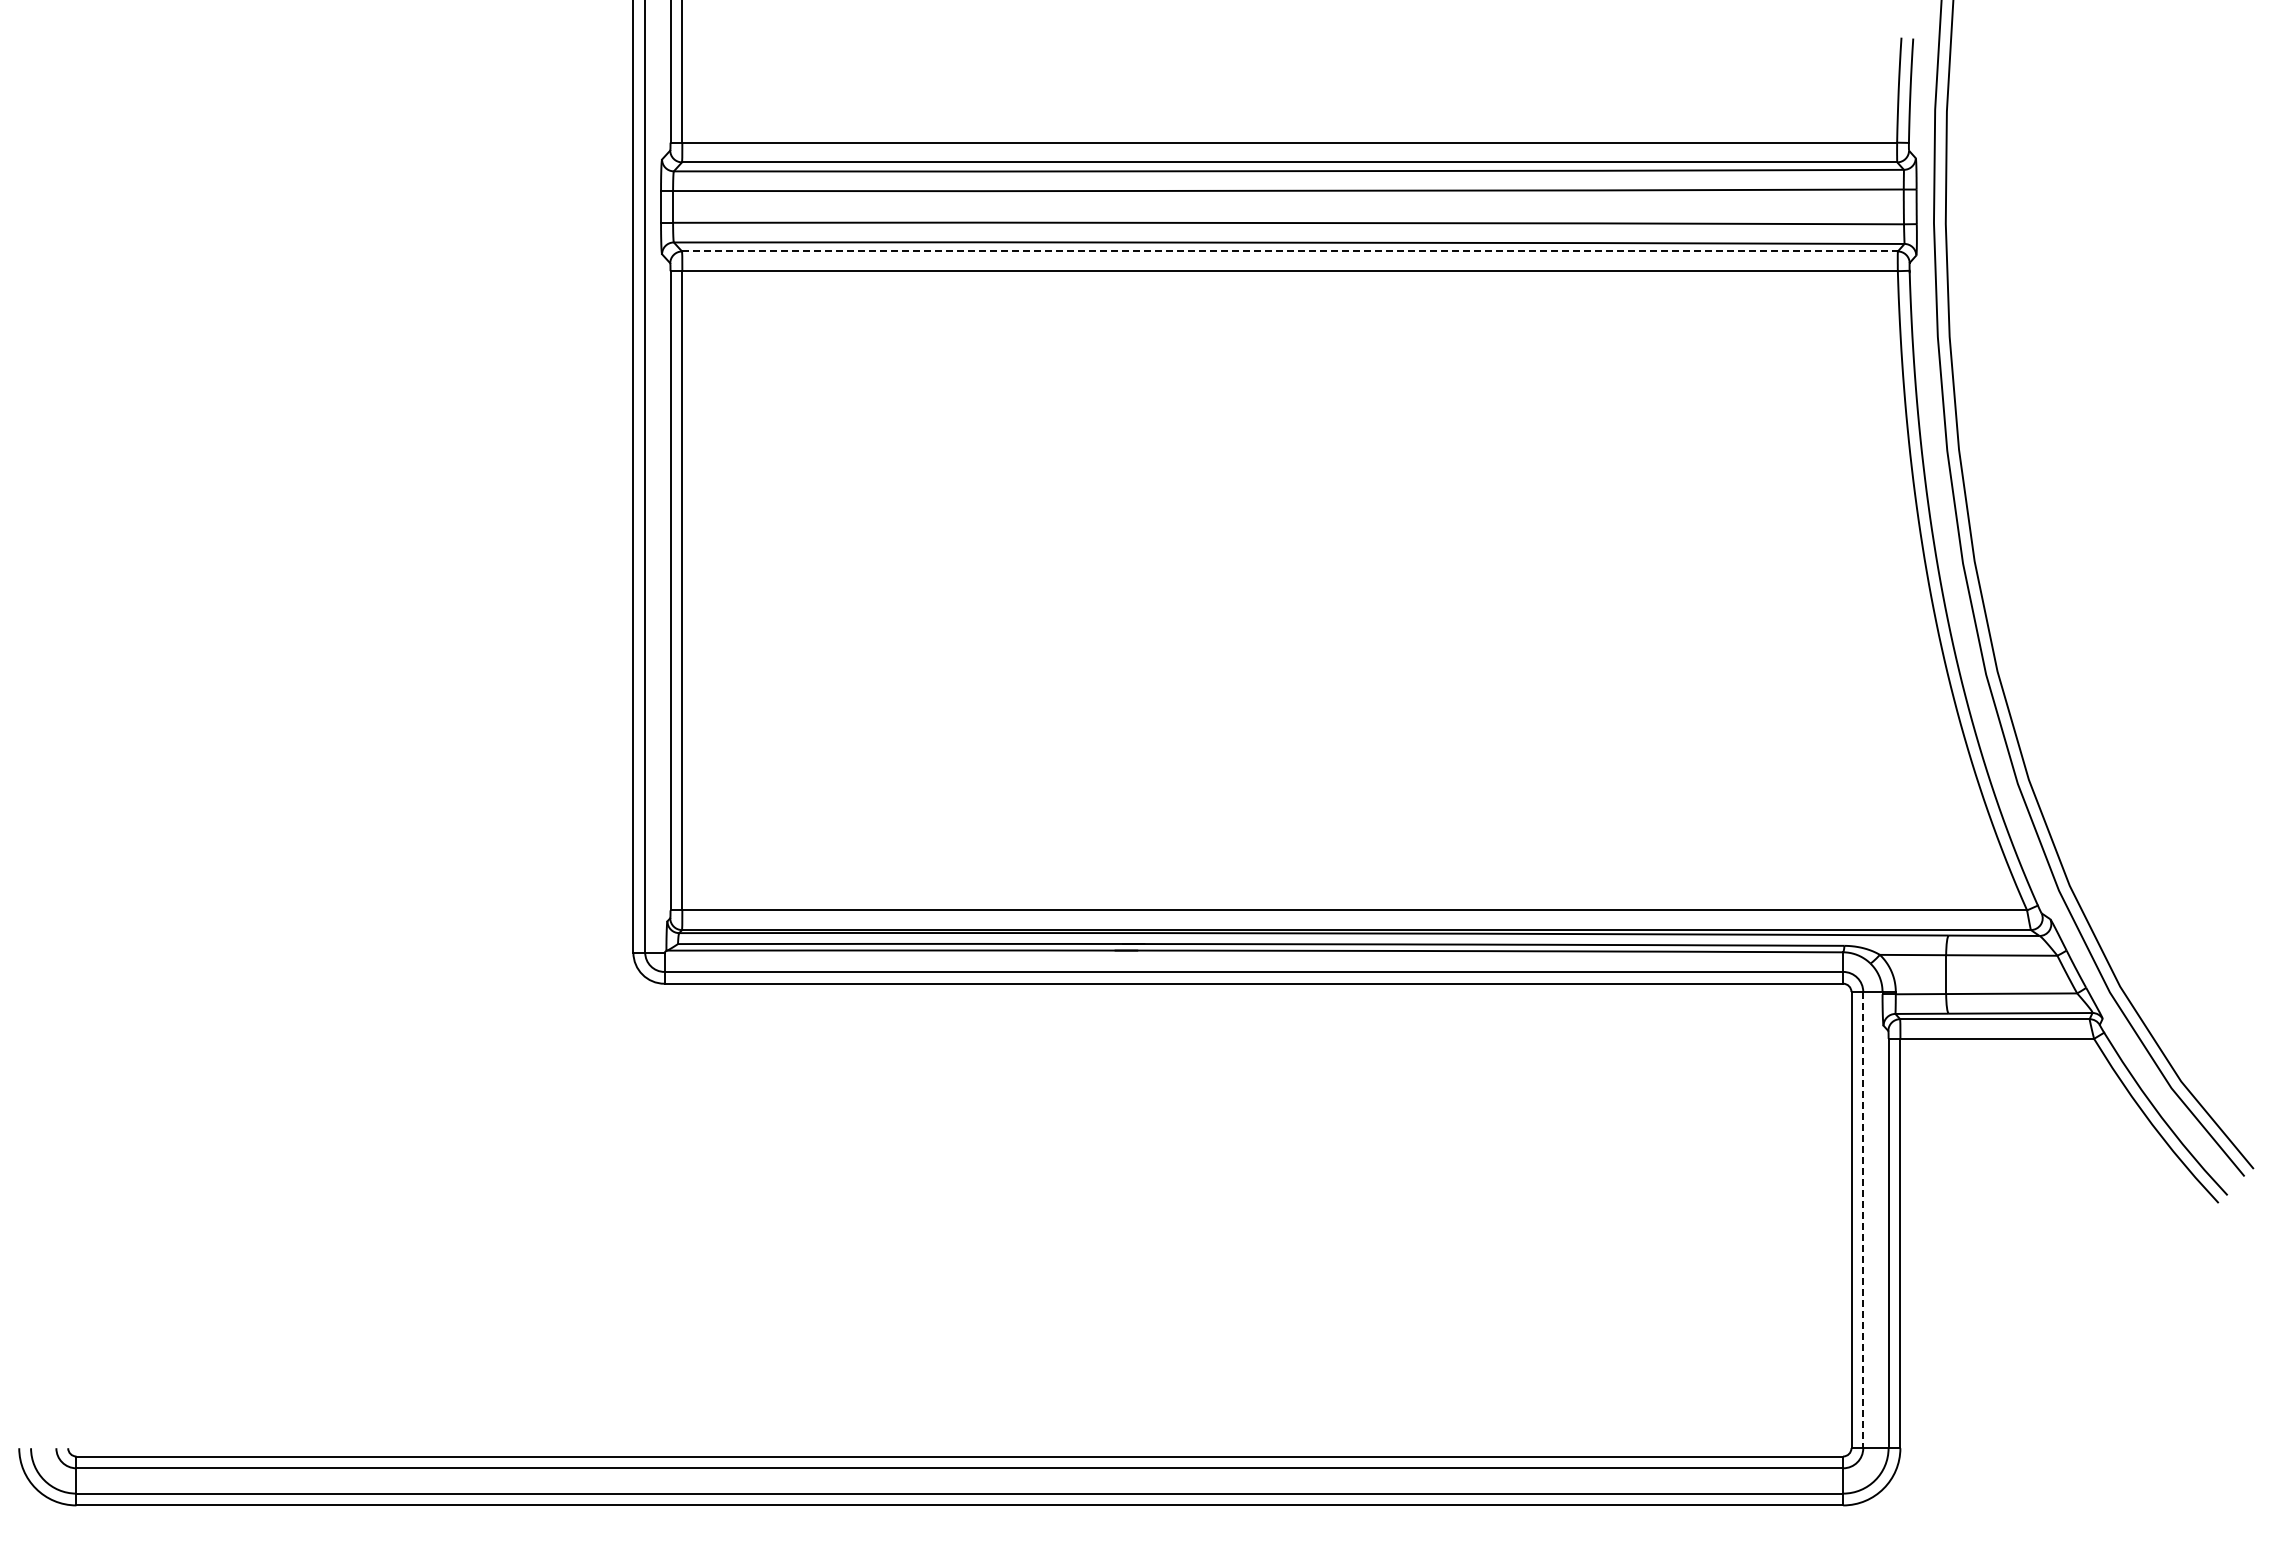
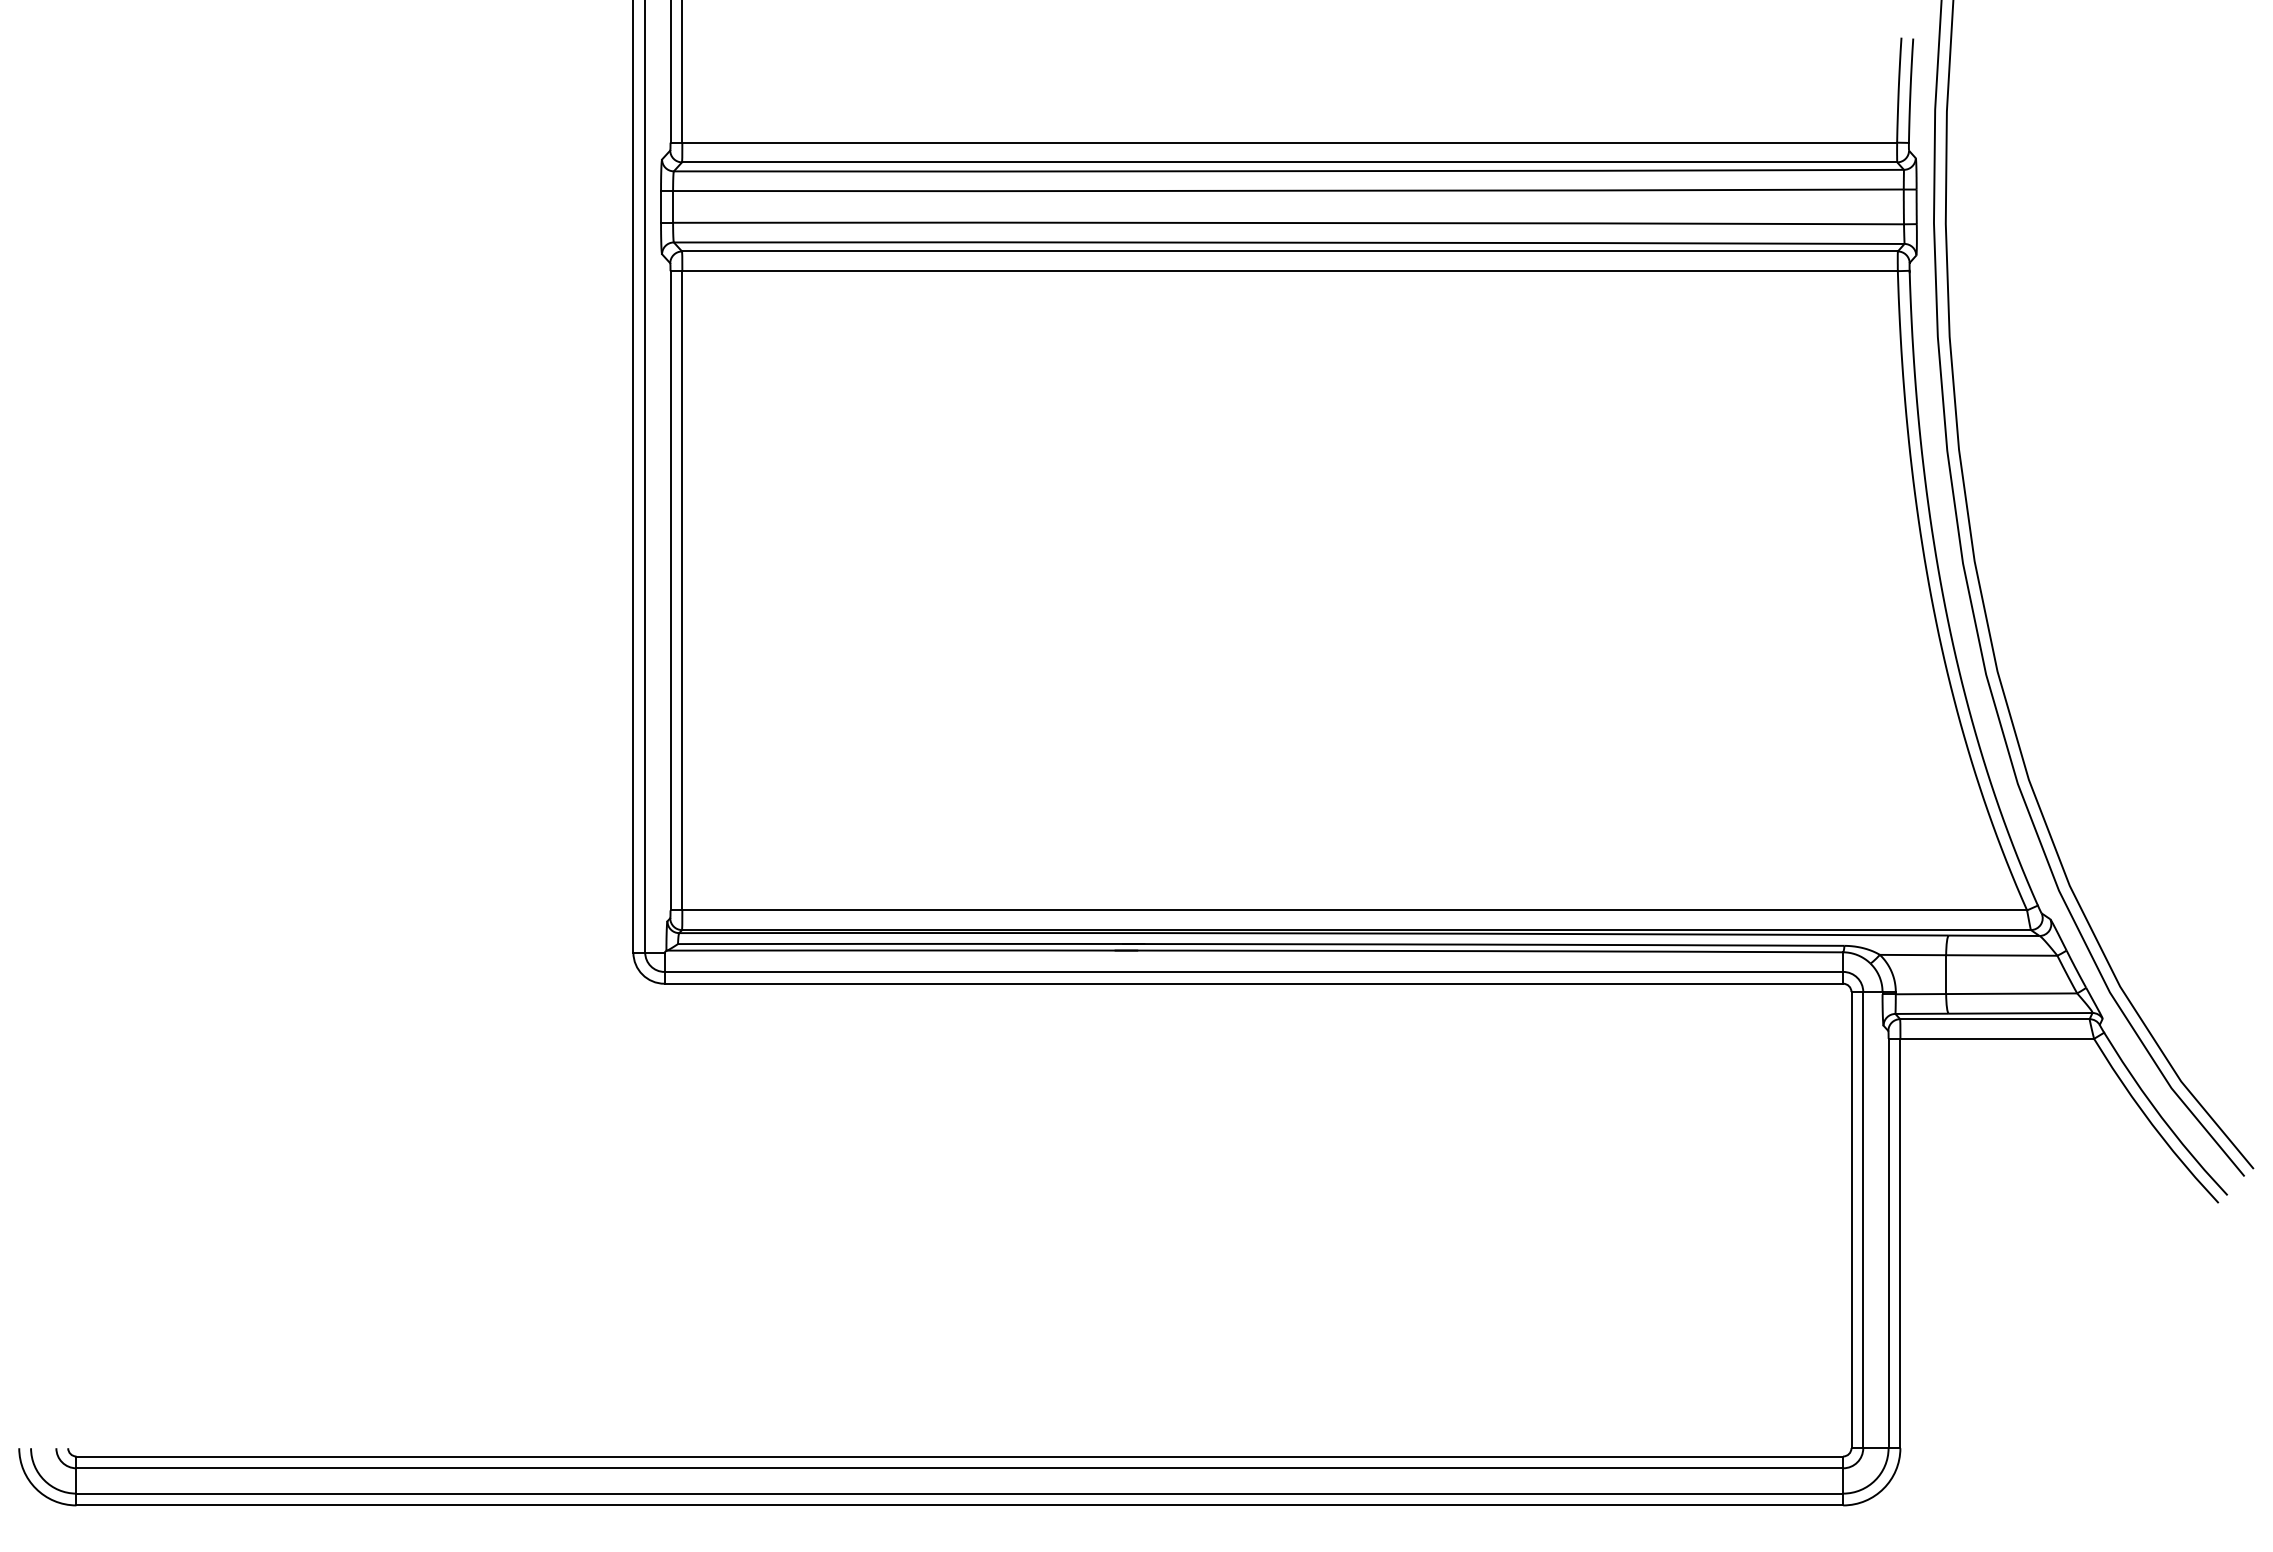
line at (1289, 251): dashed -> solid
line at (1863, 1220): dashed -> solid
